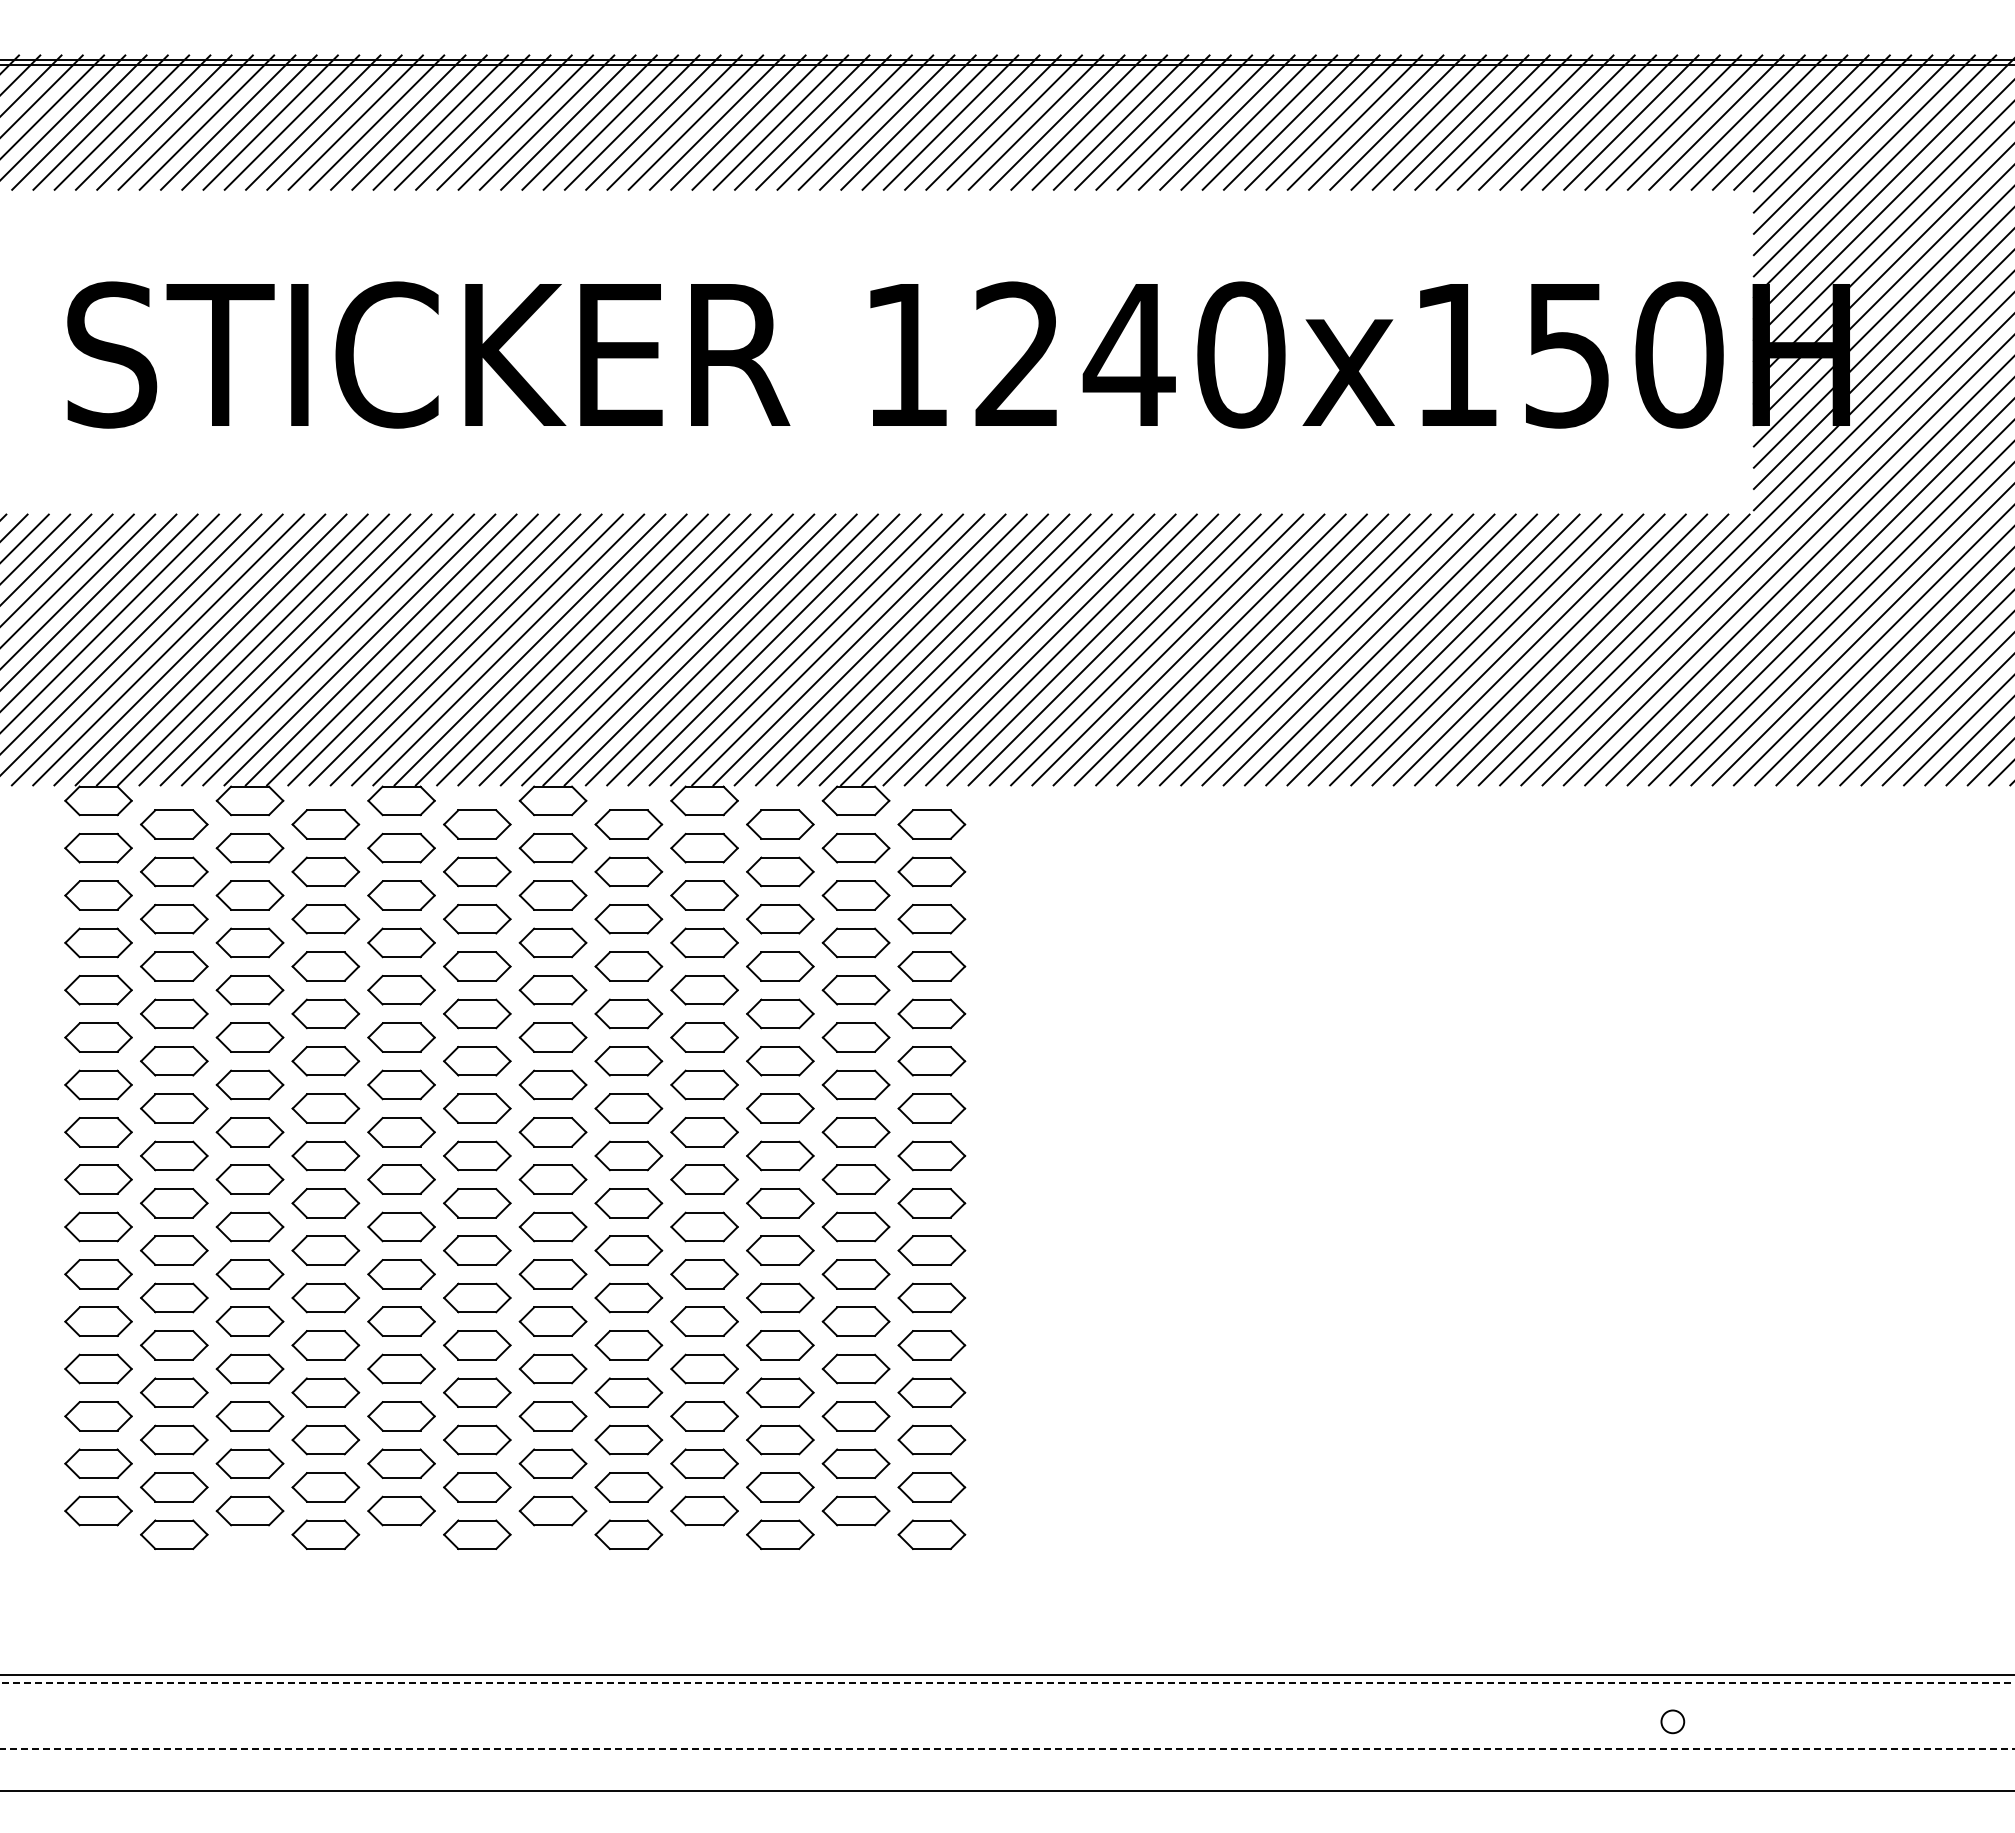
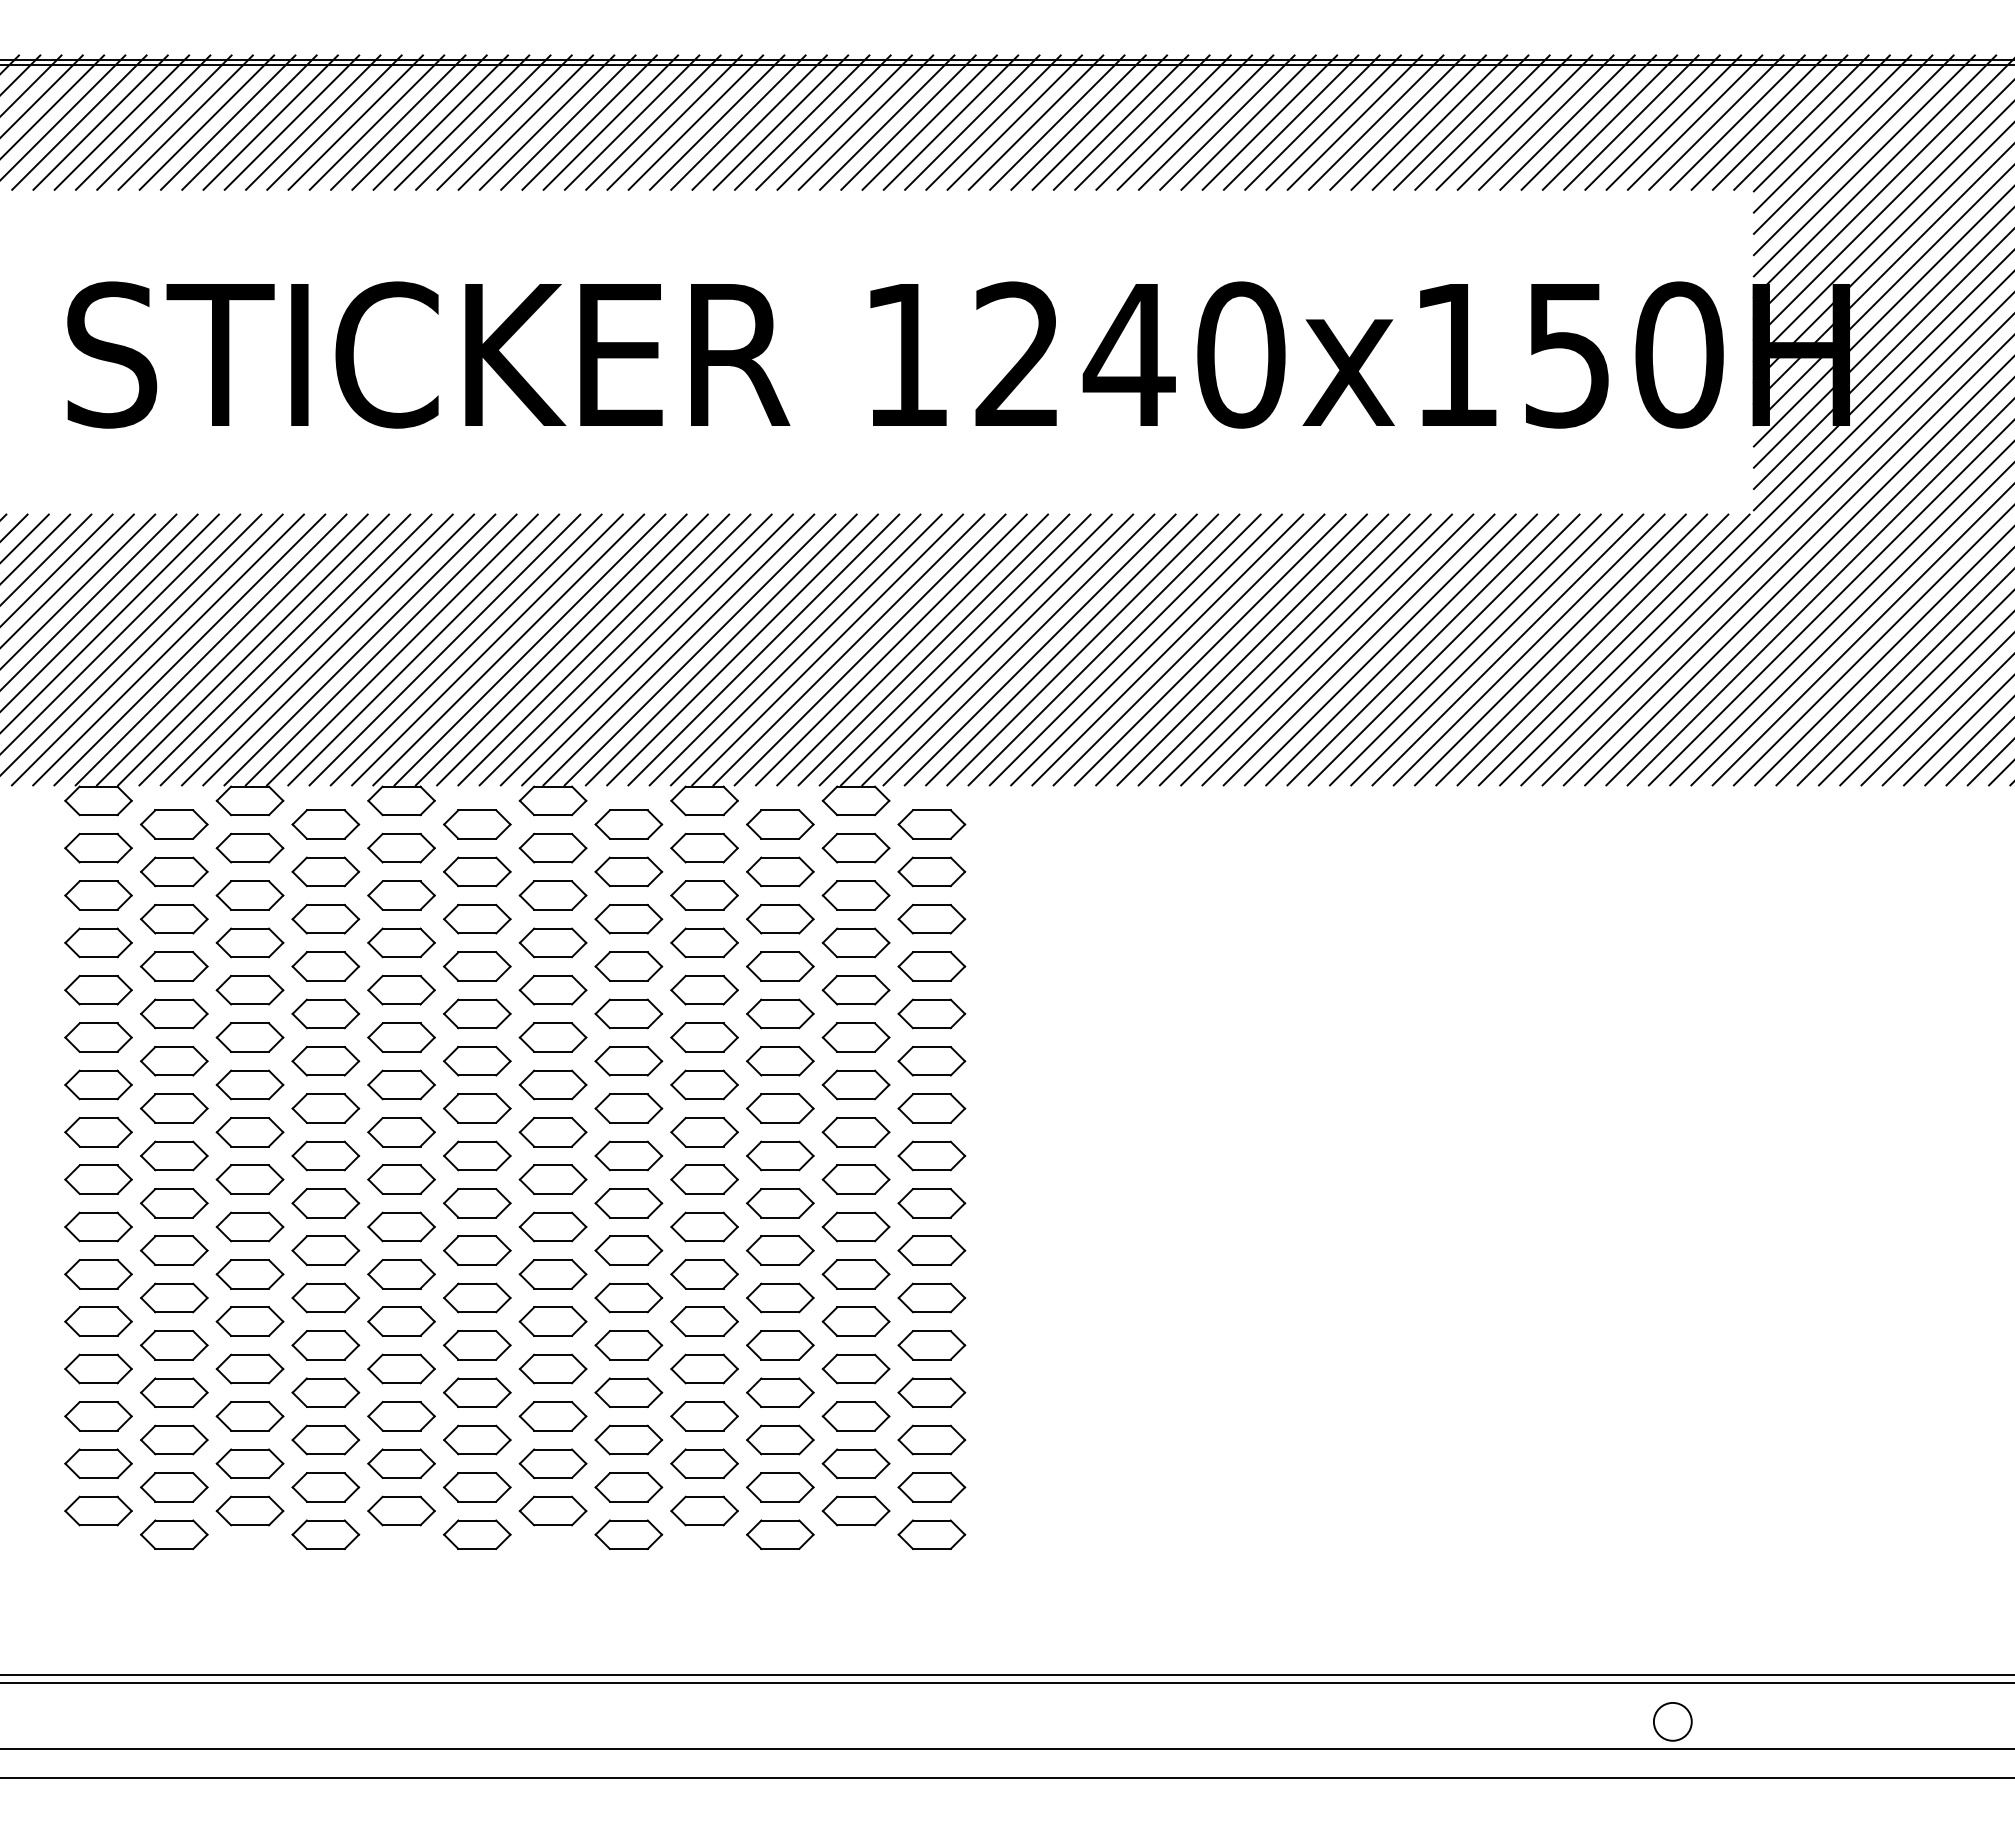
line at (1007, 1682): dashed -> solid
circle at (1672, 1721) diameter: 23 px -> 38 px
line at (1007, 1749): dashed -> solid
line at (1006, 1791) position: (1006, 1791) -> (1006, 1778)
